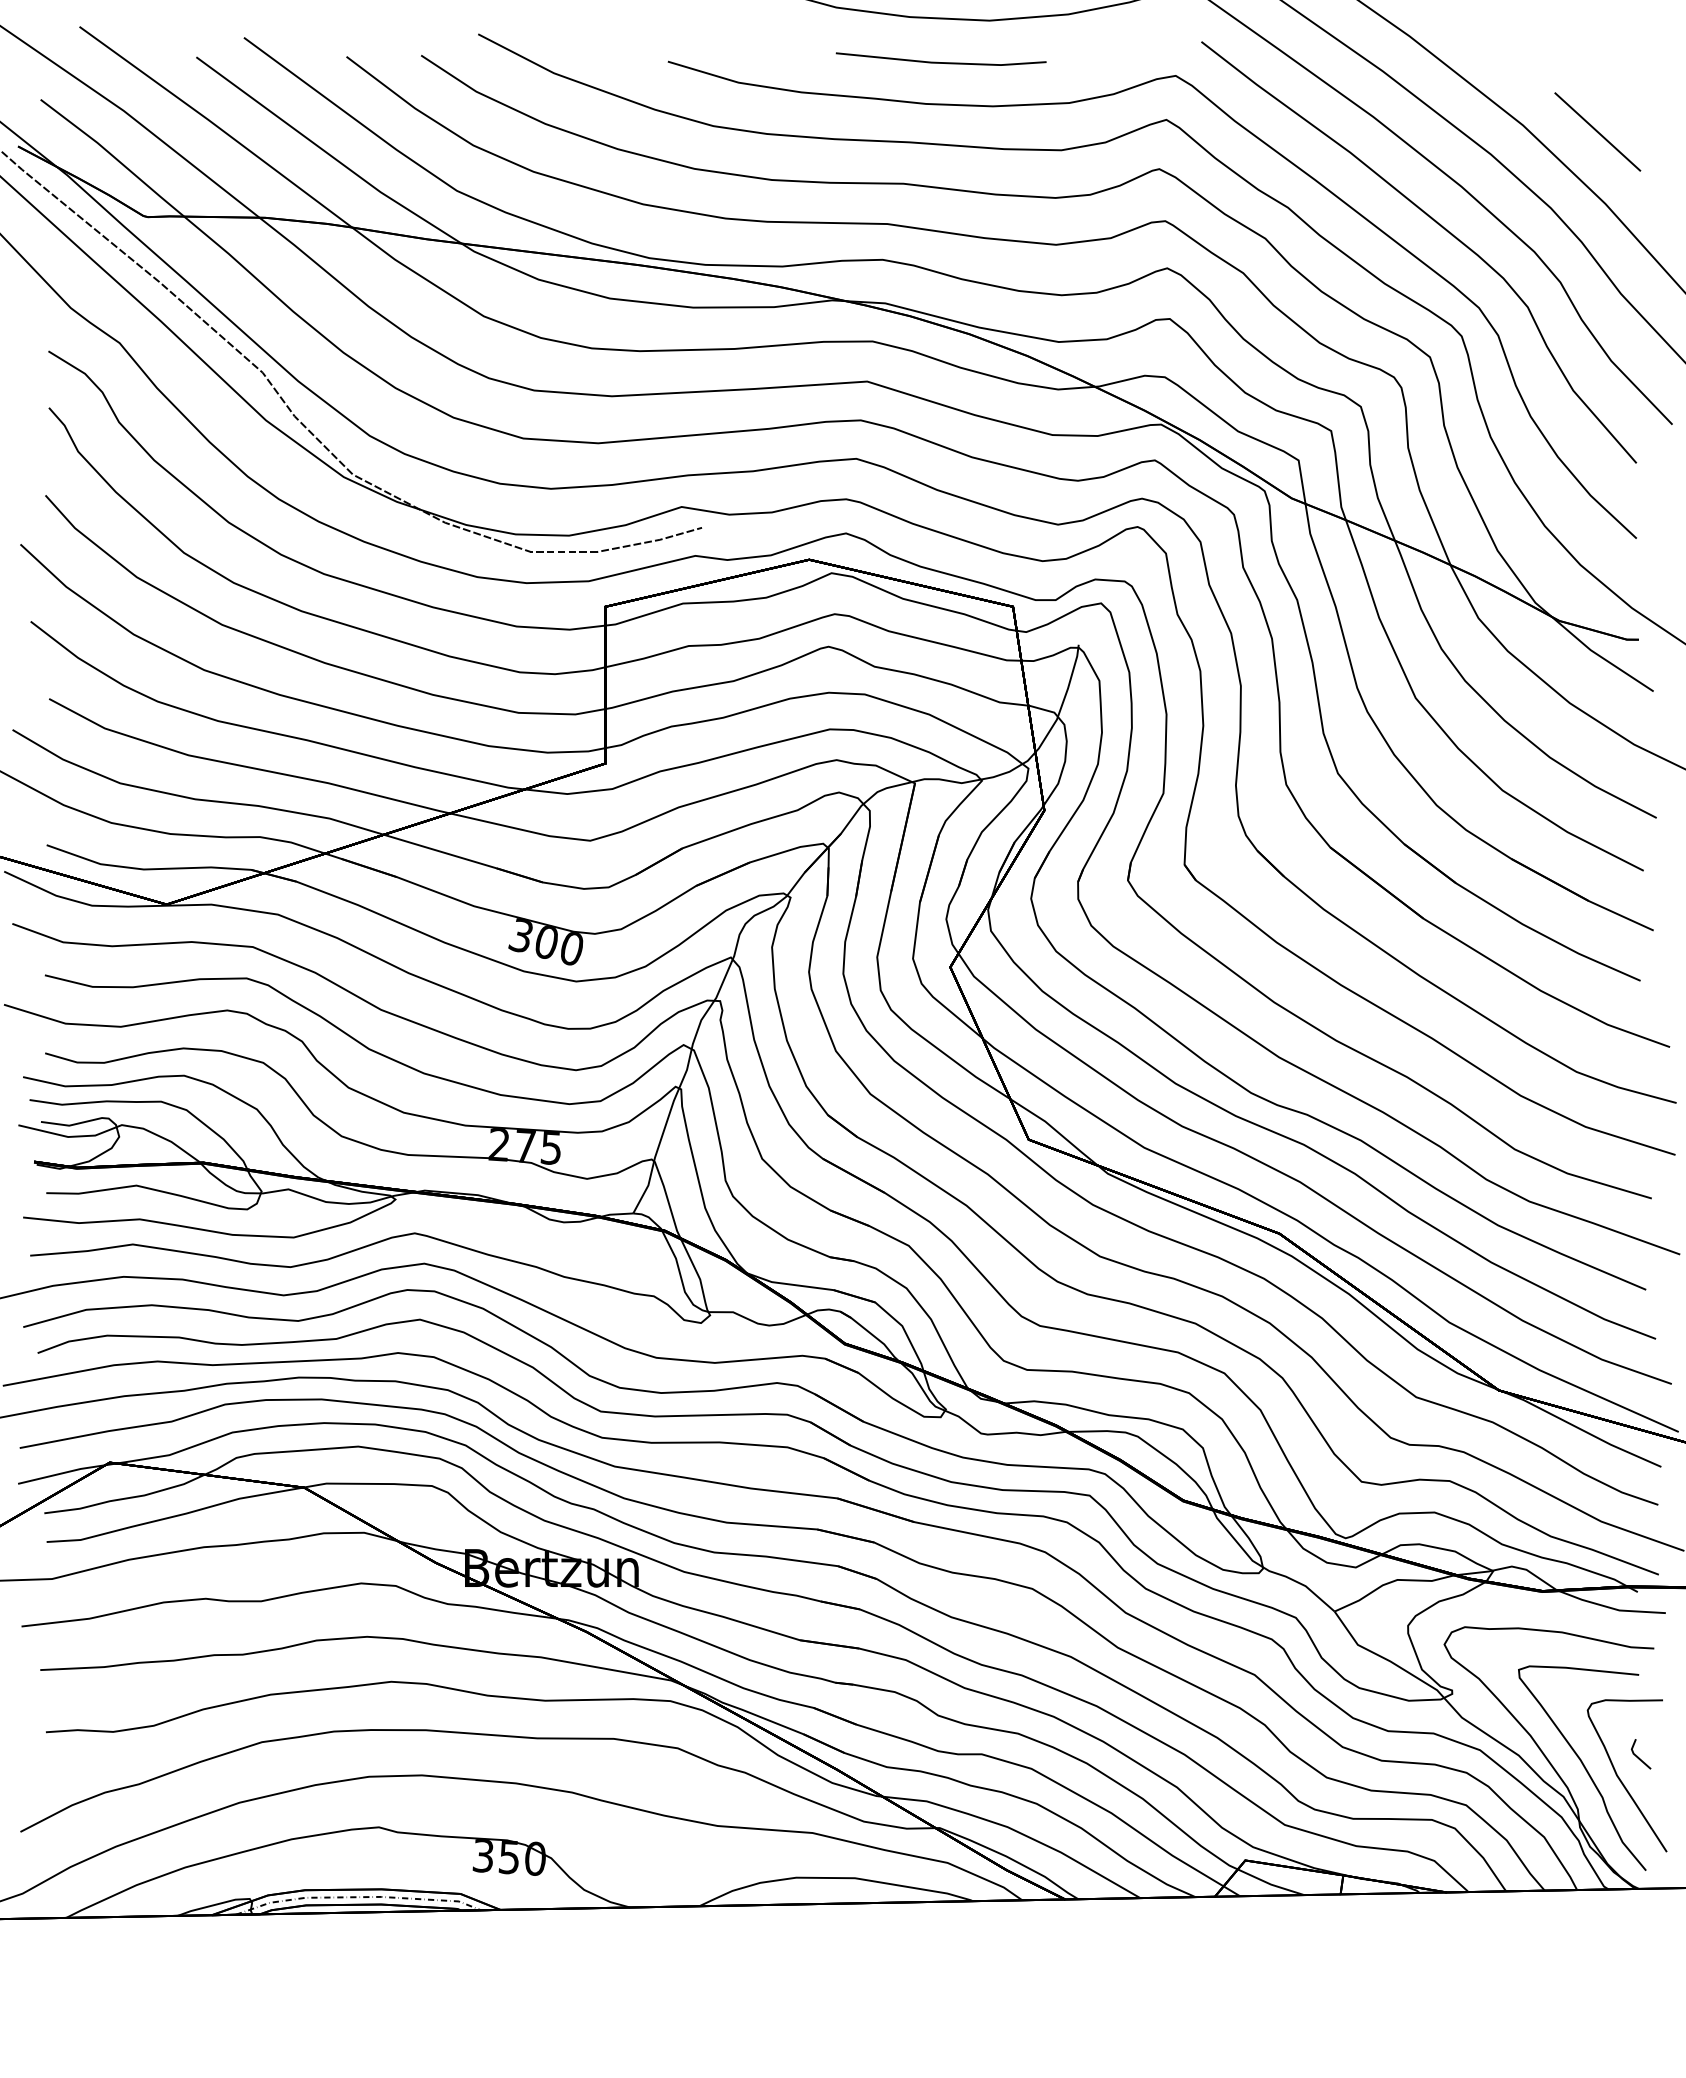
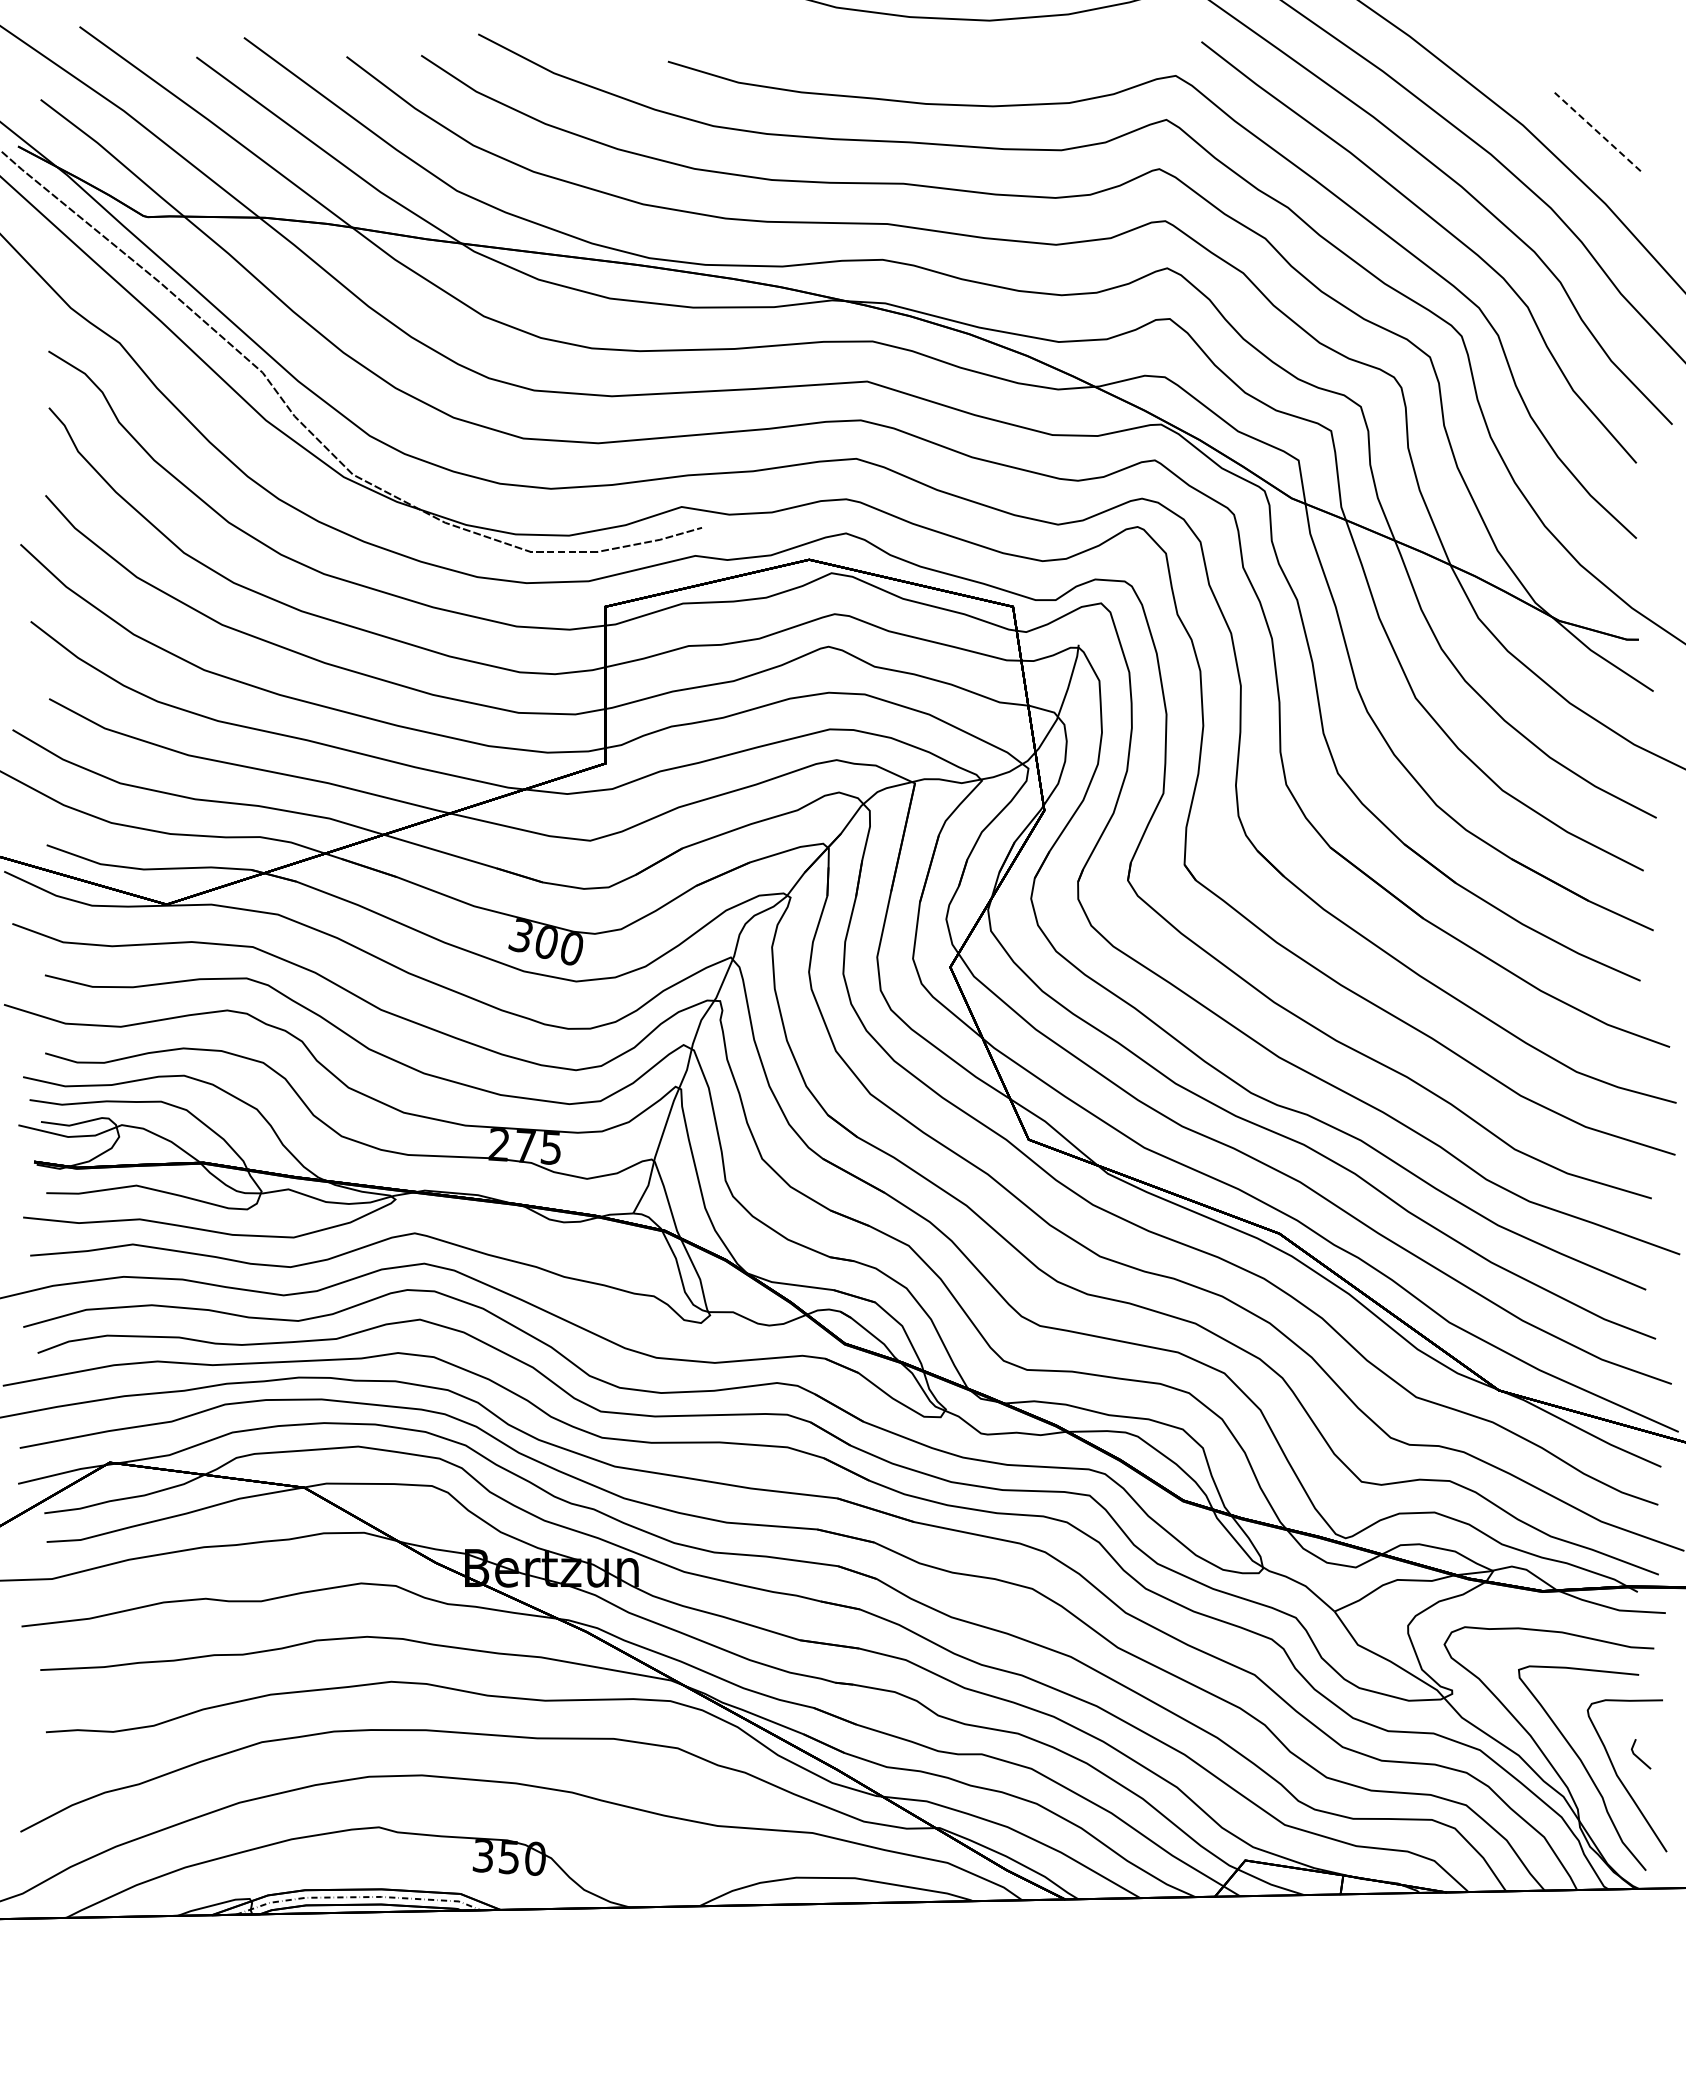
line at (940, 62): present -> none
line at (1597, 131): solid -> dashed
